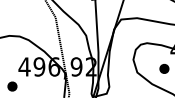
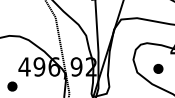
part at (164, 68) position: (164, 68) -> (158, 68)
